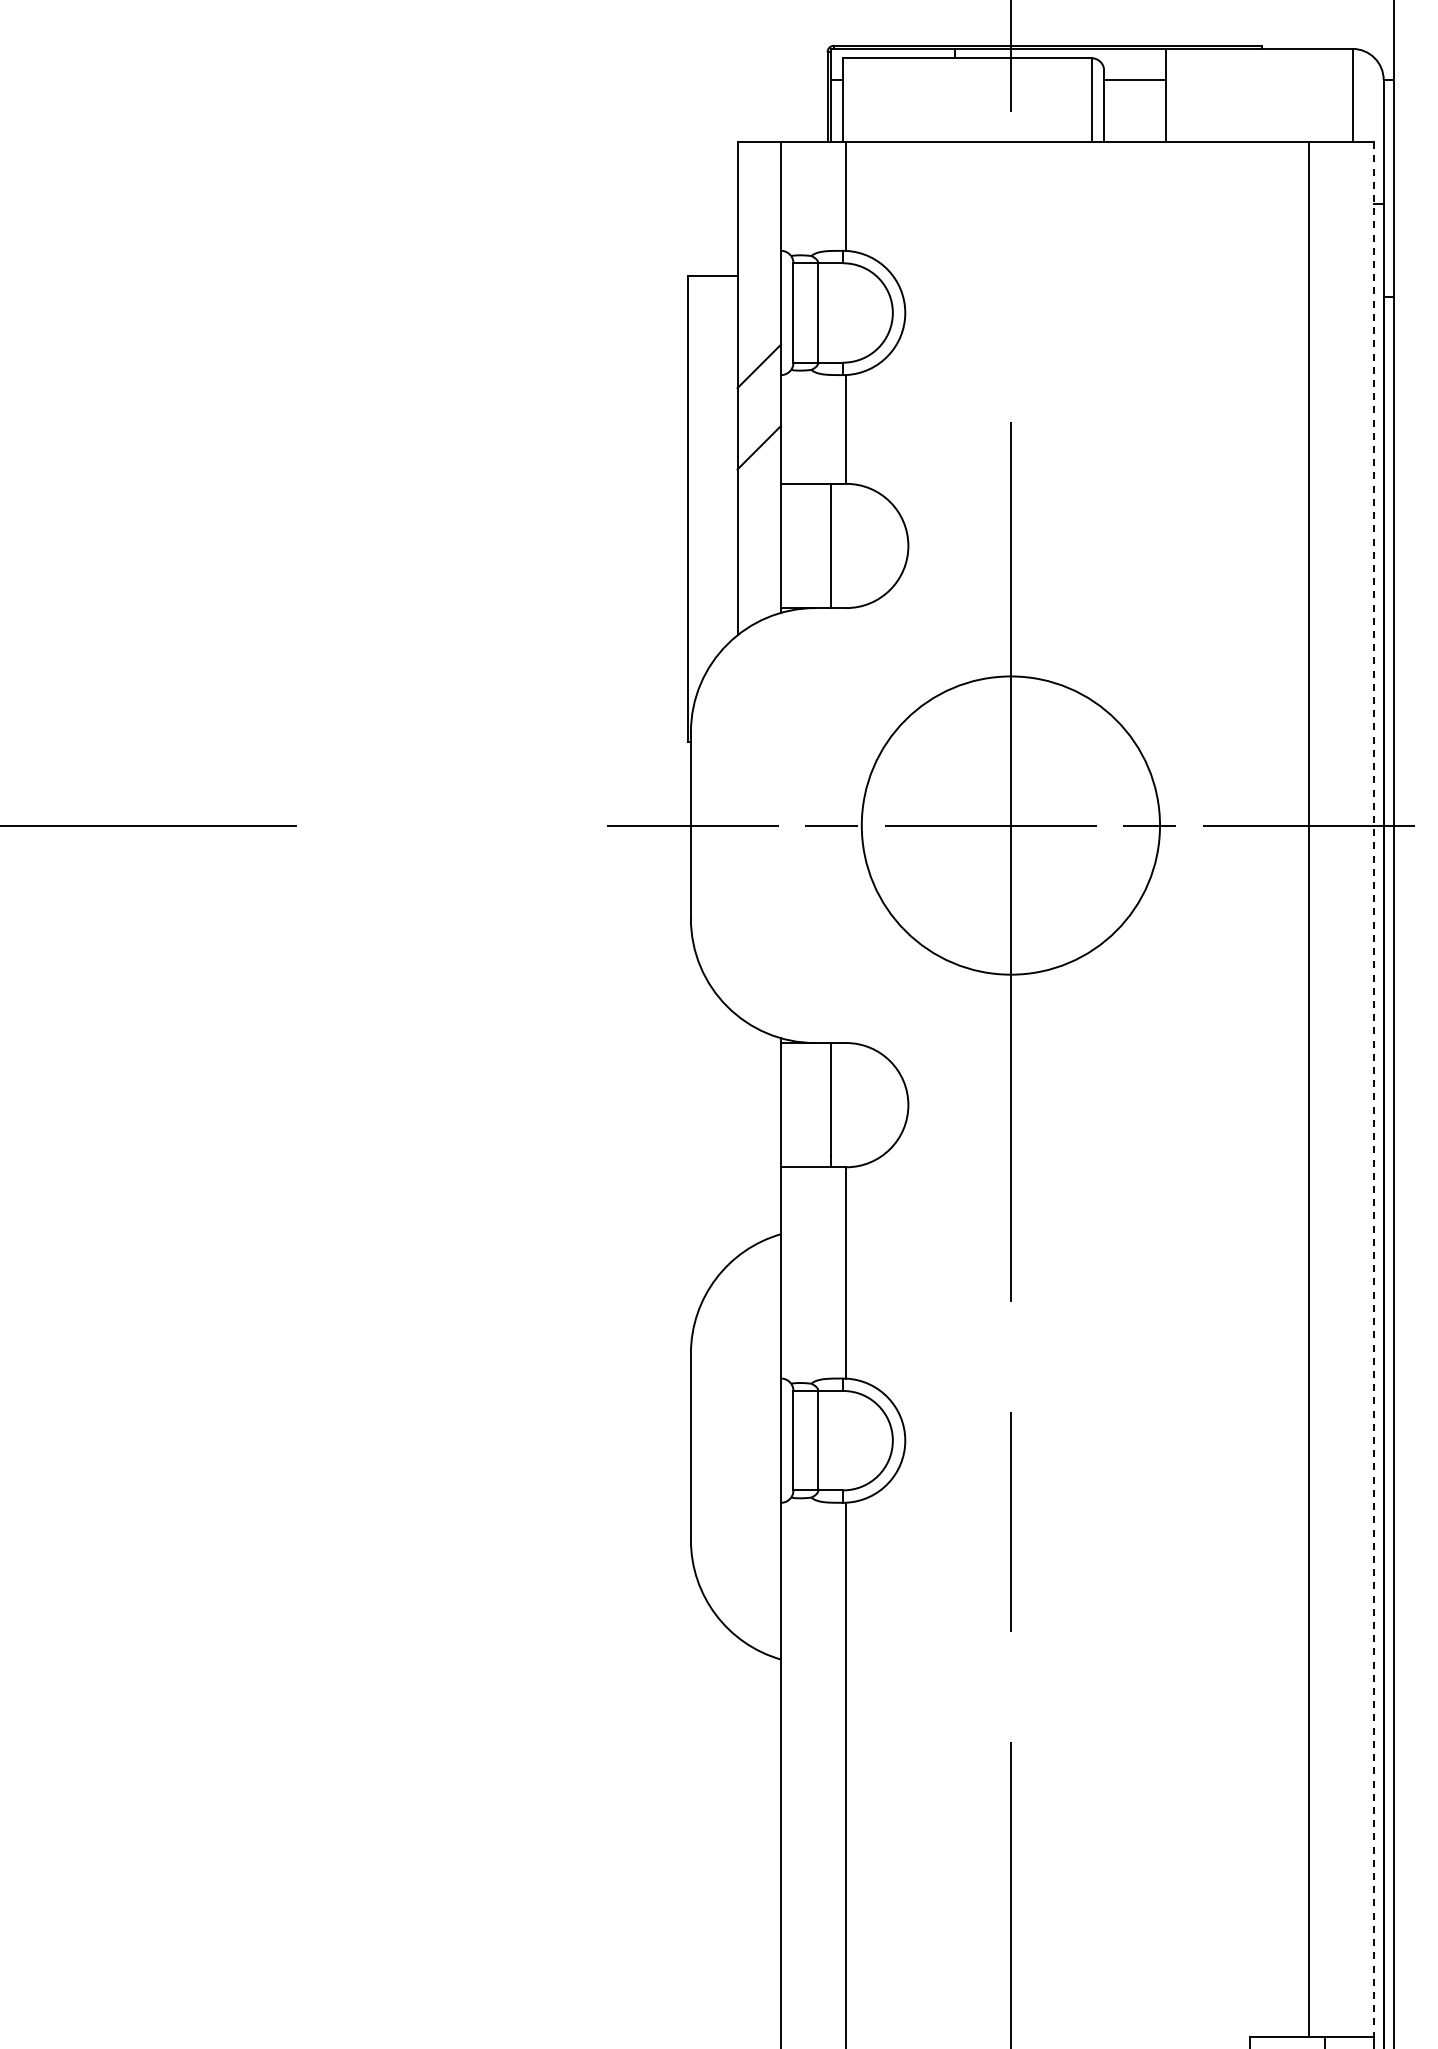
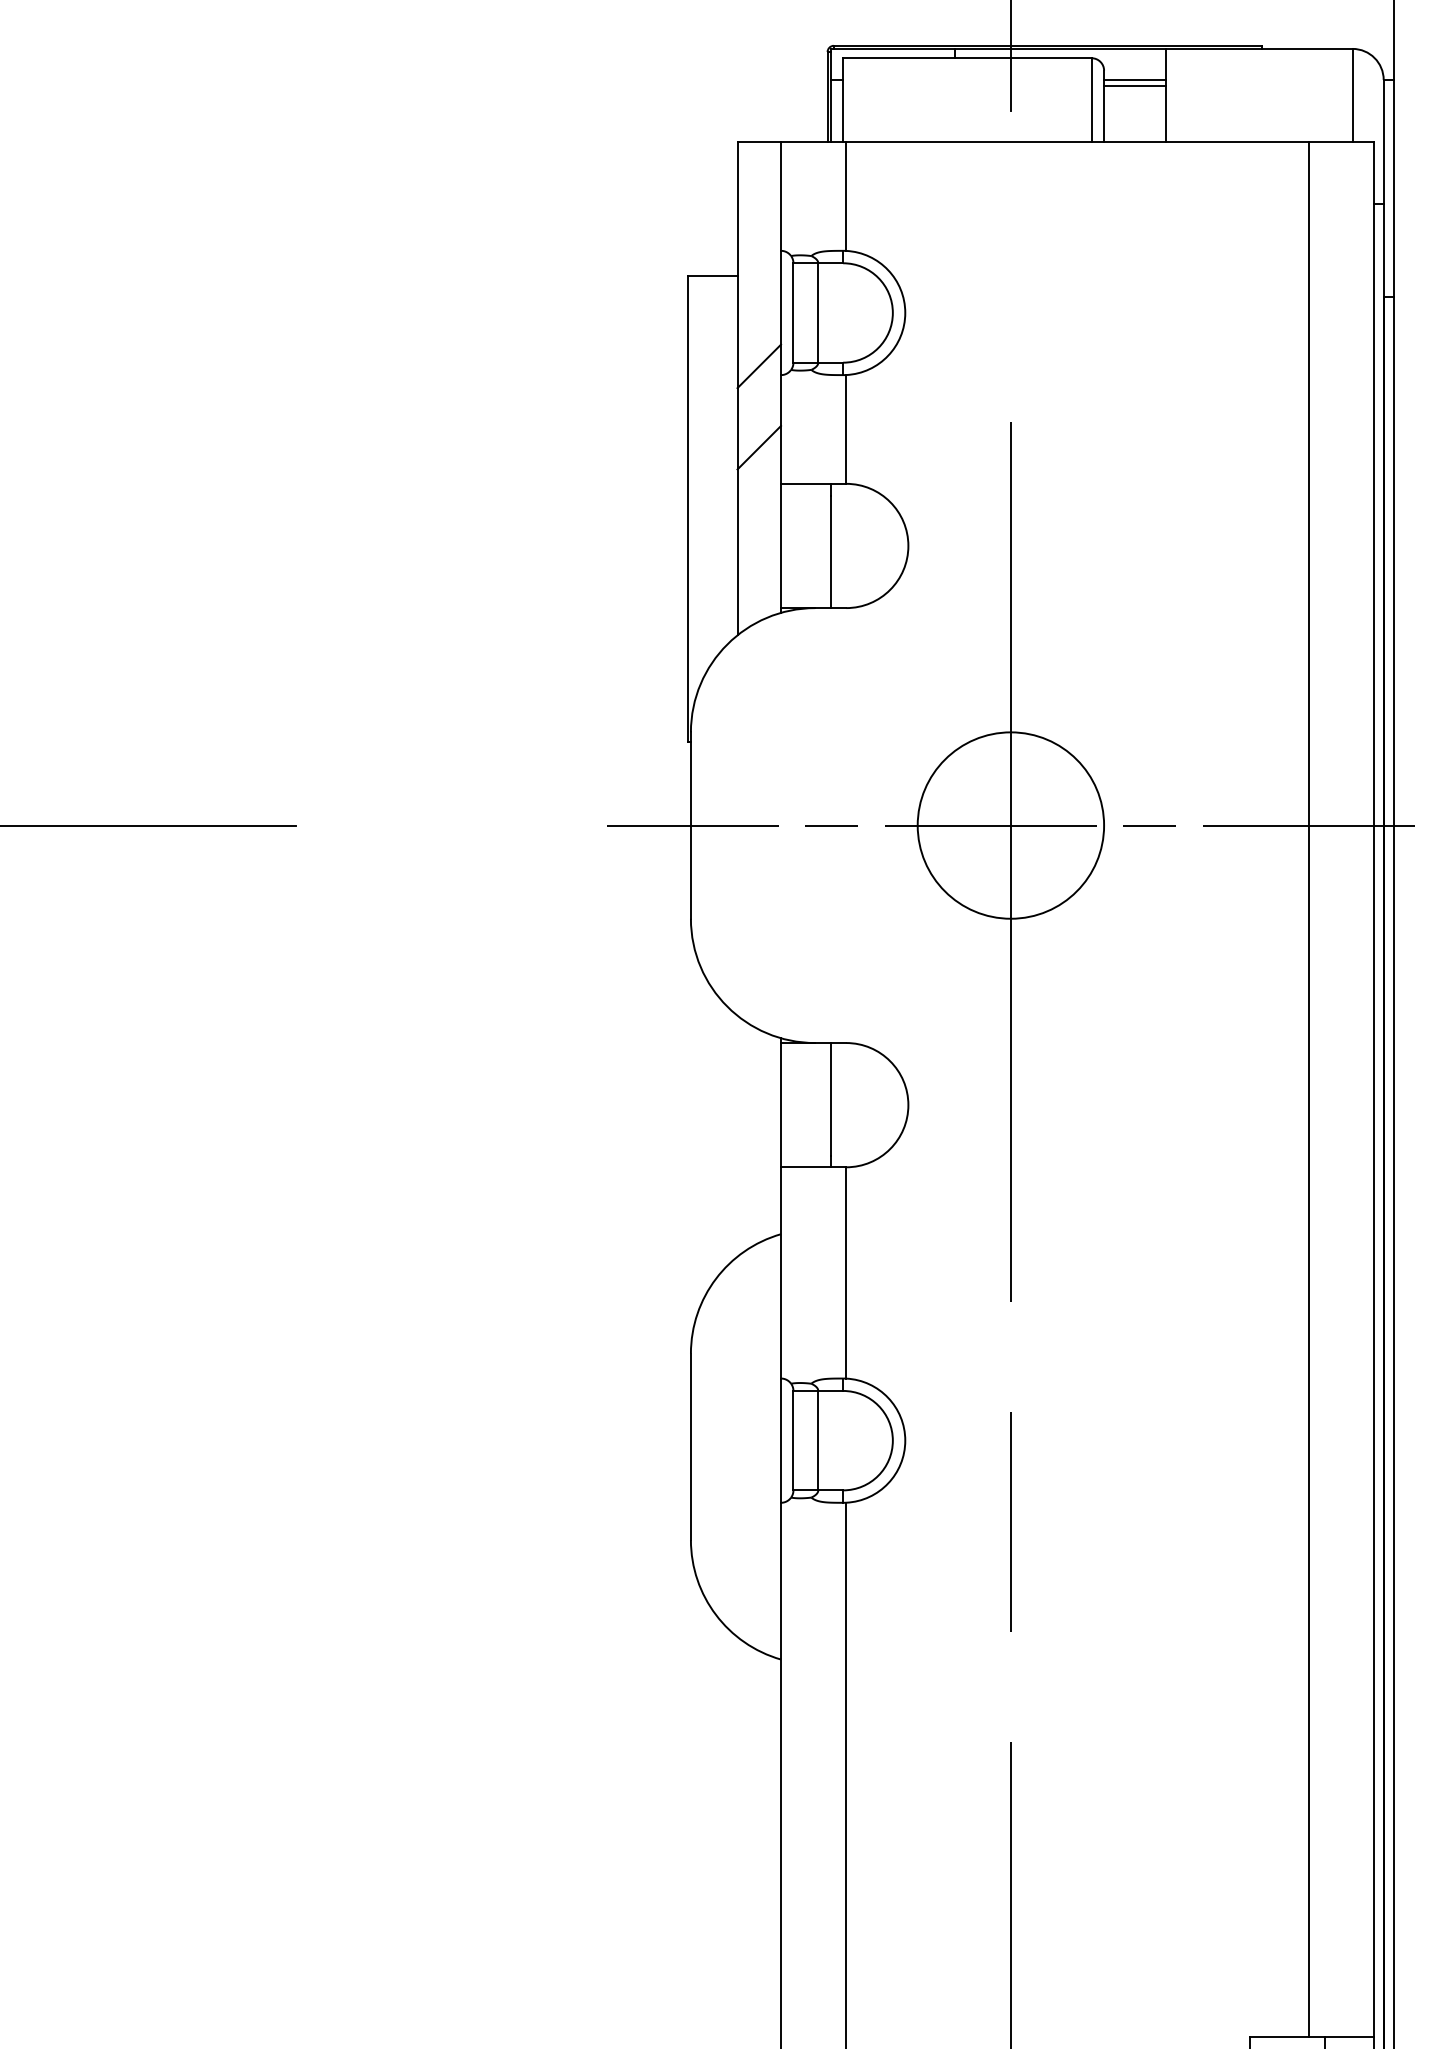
line at (1135, 86): none -> present
circle at (1010, 825) diameter: 298 px -> 186 px
line at (1374, 1089): dashed -> solid
